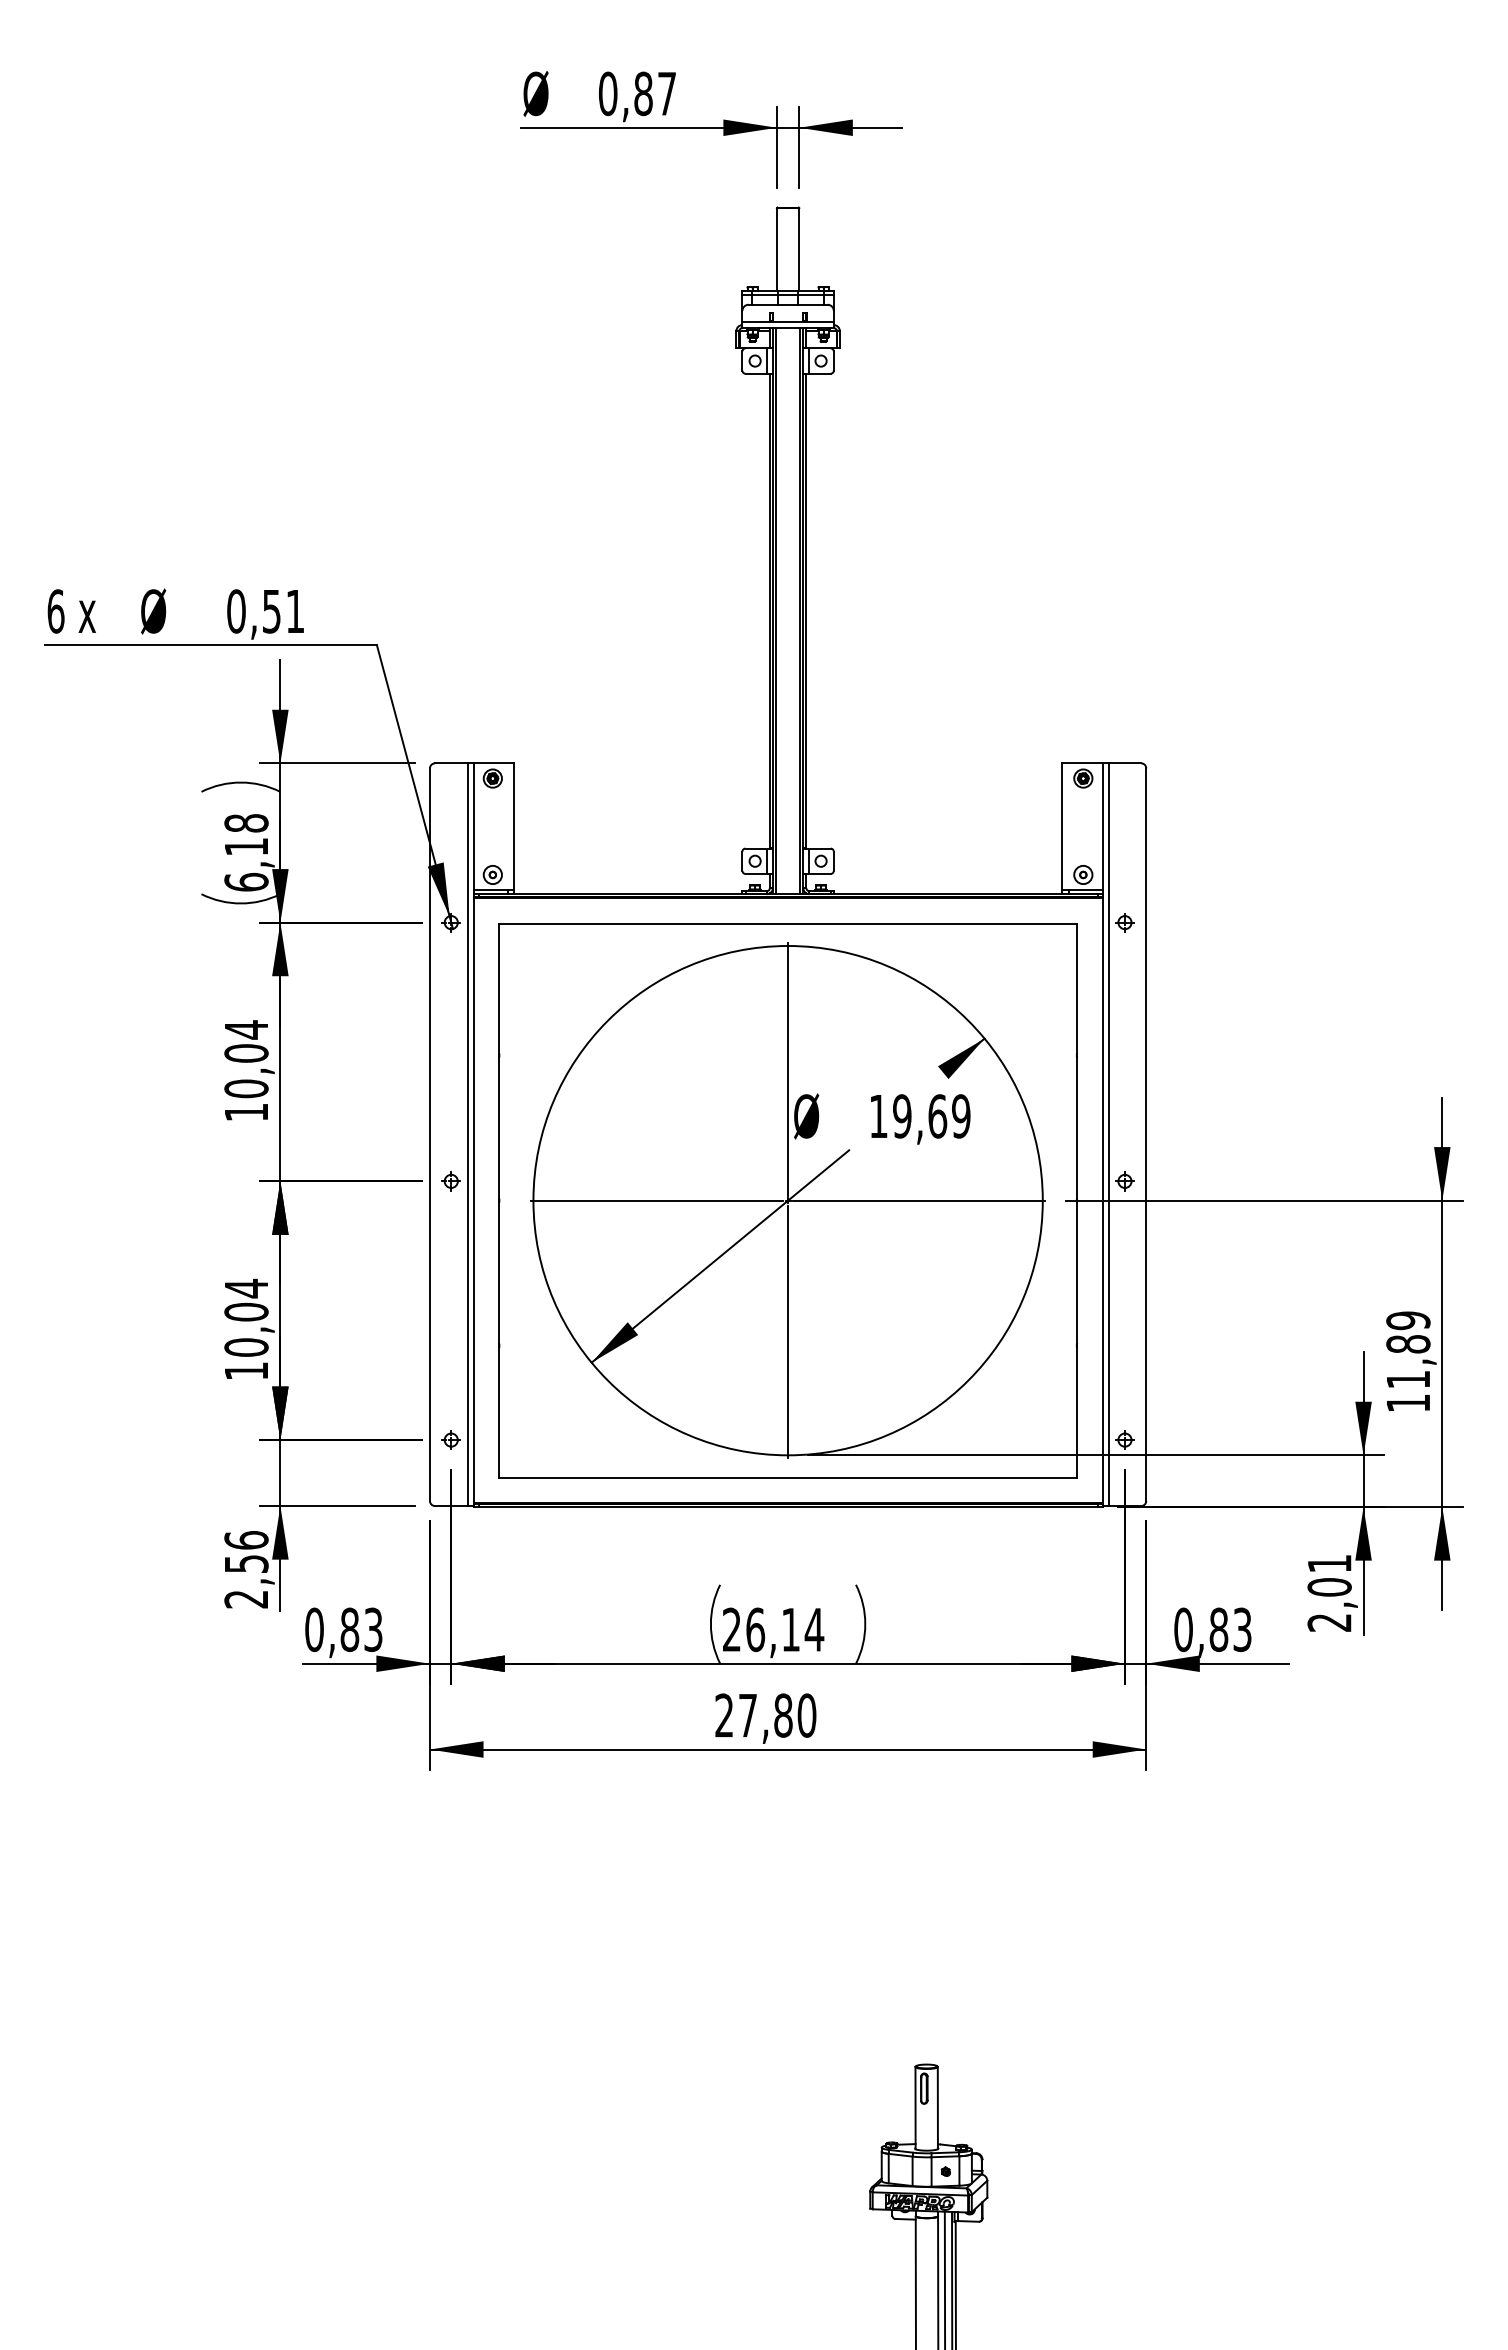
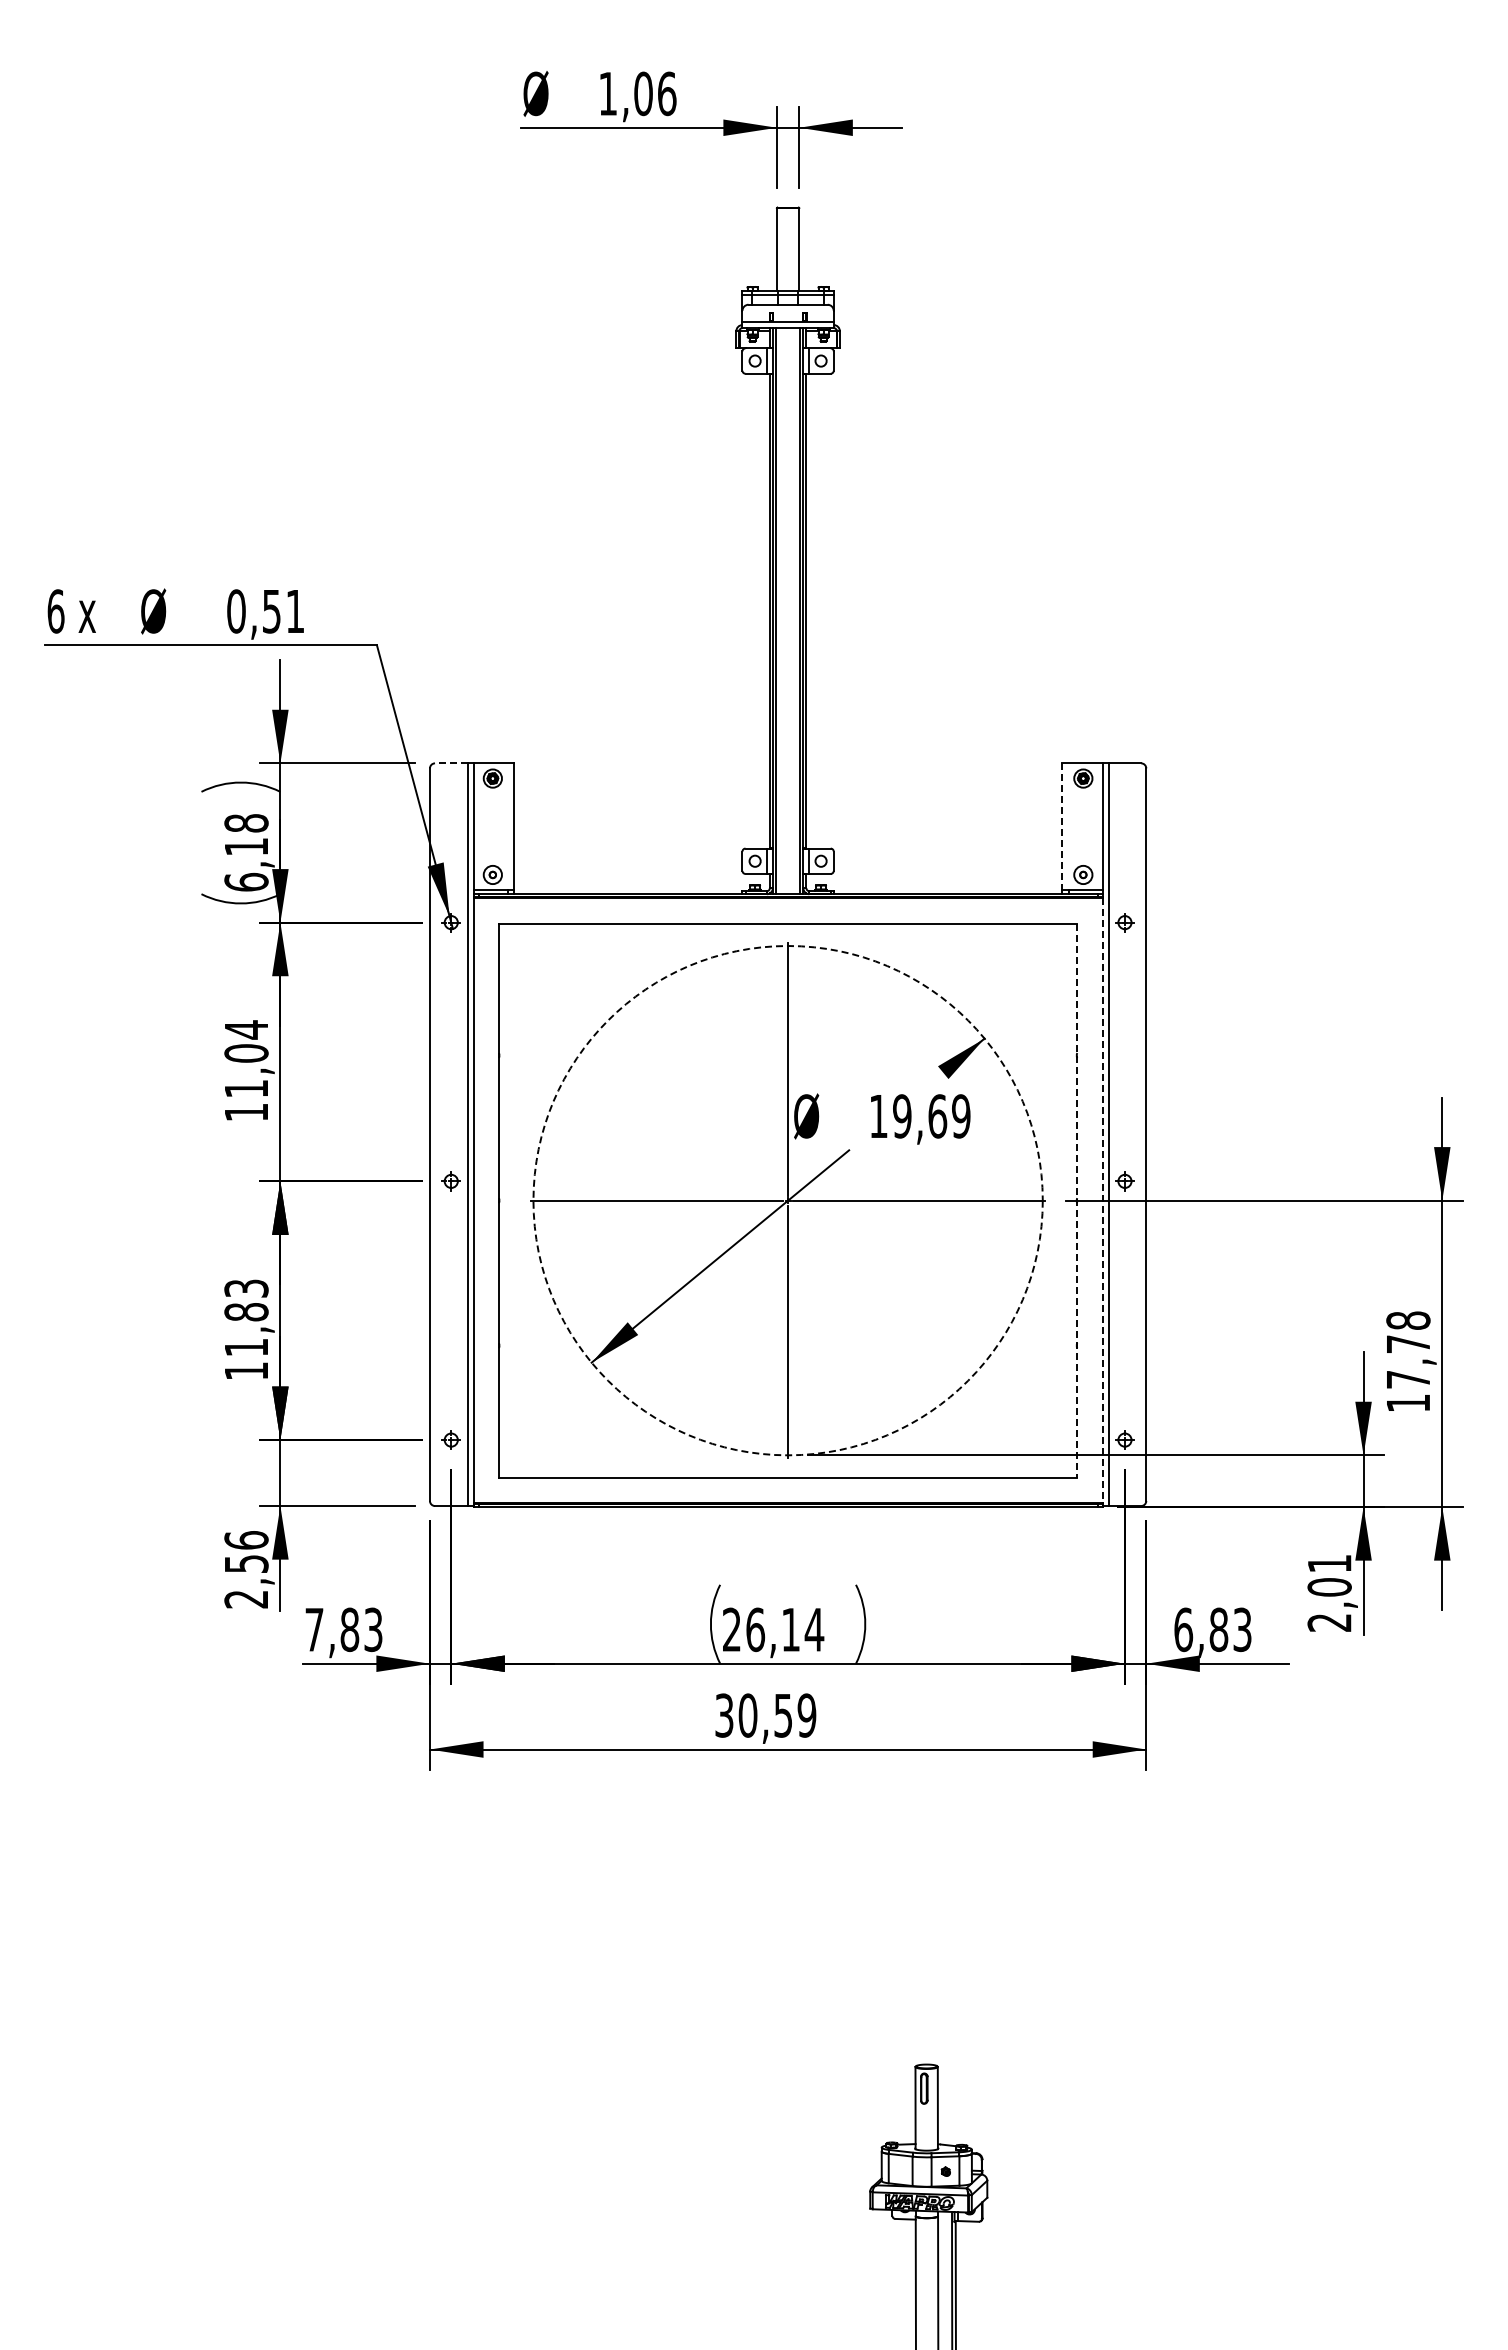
text at (637, 93): 0,87 -> 1,06
line at (450, 763): solid -> dashed
line at (1062, 827): solid -> dashed
text at (246, 1088): 10,04 -> 11,04
circle at (787, 1200): solid -> dashed
line at (1077, 1200): solid -> dashed
line at (1102, 1201): solid -> dashed
text at (246, 1317): 10,04 -> 11,83
text at (1408, 1349): 11,89 -> 17,78
text at (314, 1629): 0,83 -> 7,83
text at (1183, 1629): 0,83 -> 6,83
text at (765, 1715): 27,80 -> 30,59
line at (944, 2278): present -> none
